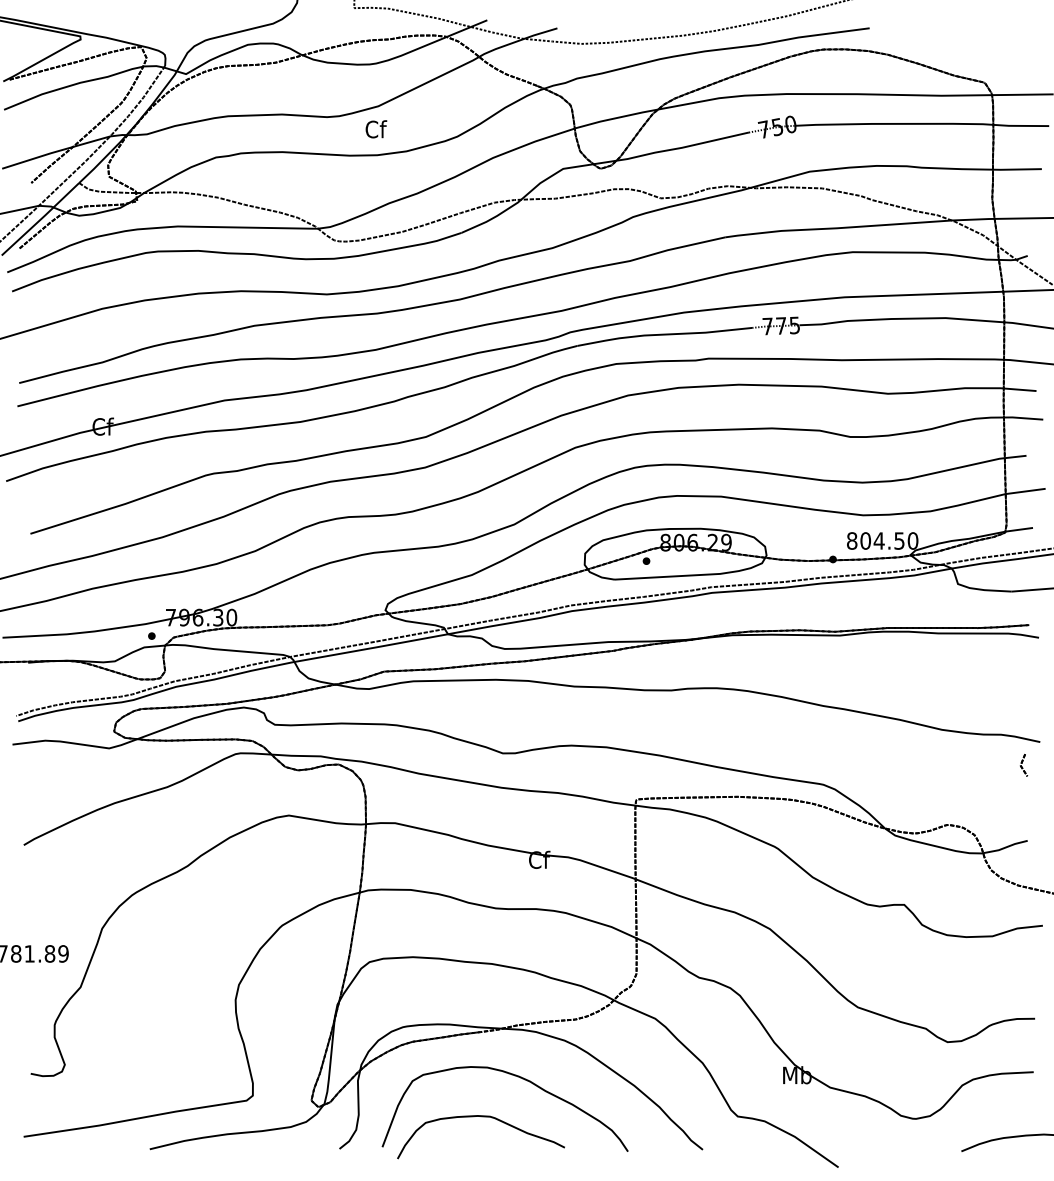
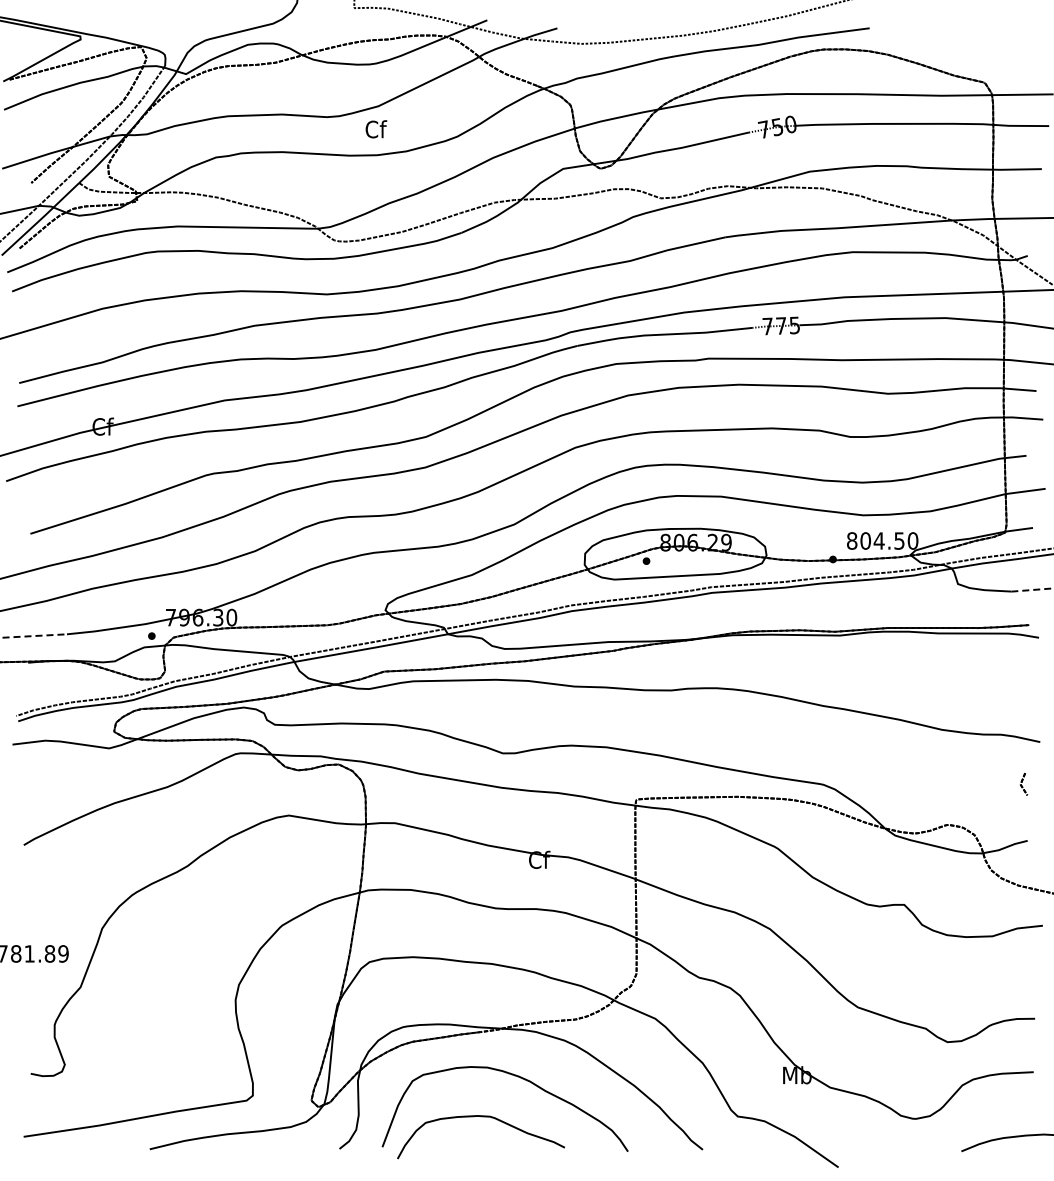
line at (1032, 590): solid -> dashed
line at (35, 636): solid -> dashed
part at (1023, 765) position: (1023, 765) -> (1023, 784)
